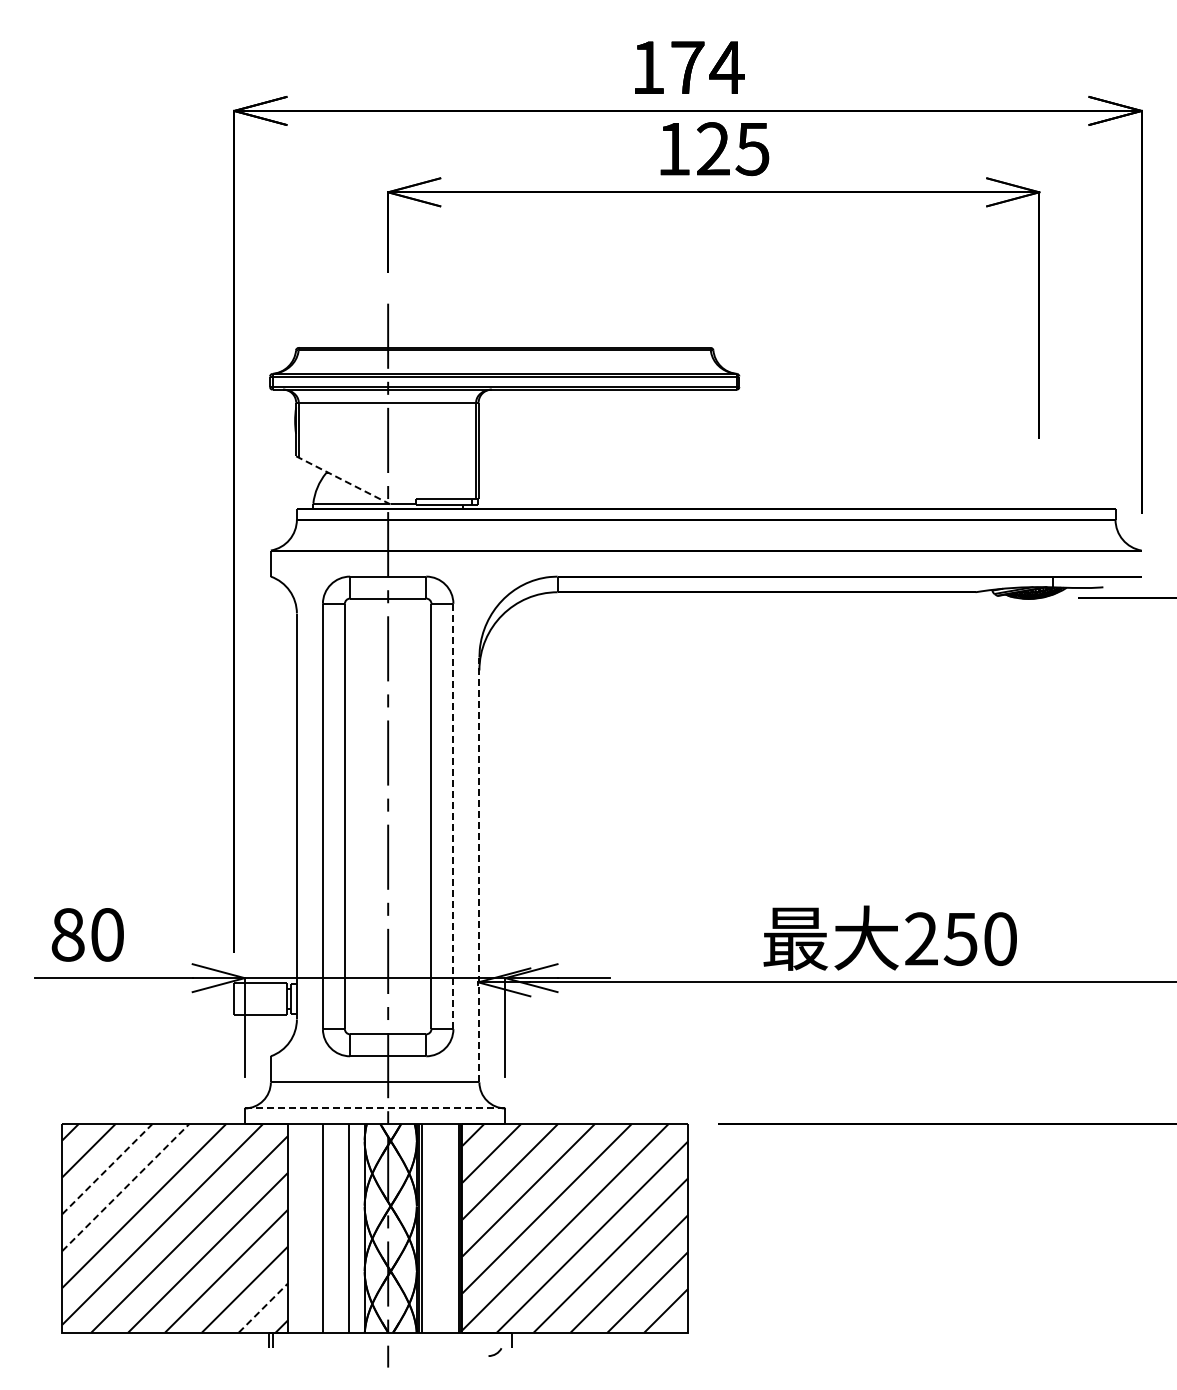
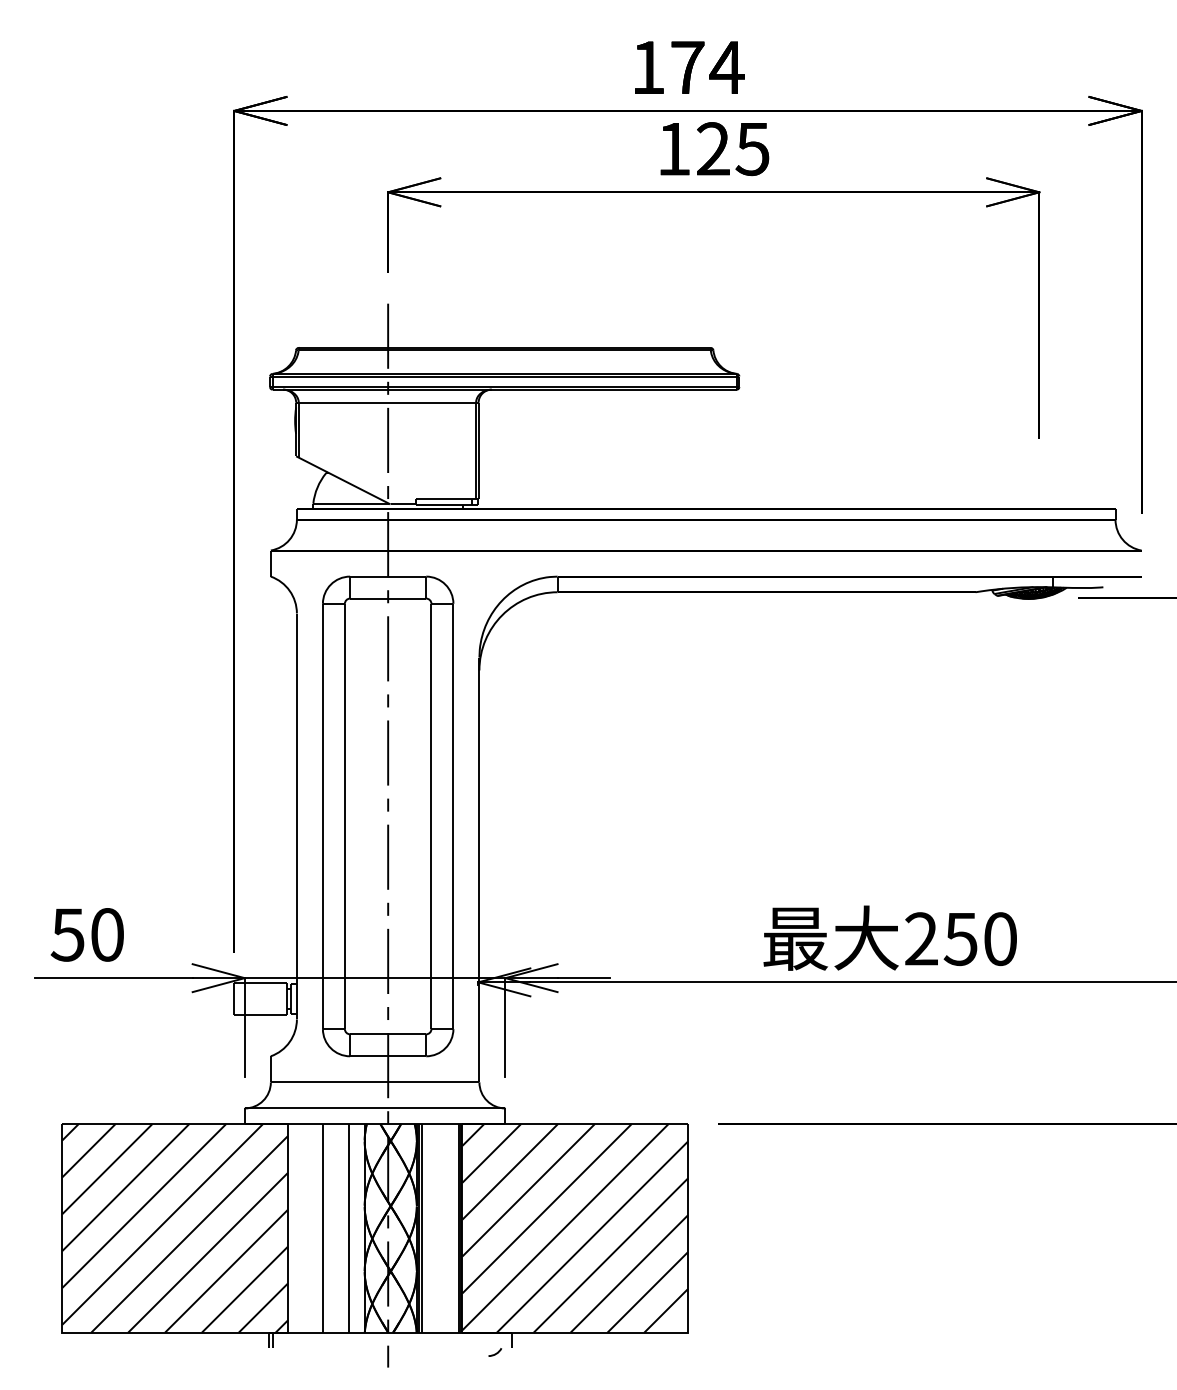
line at (343, 480): dashed -> solid
line at (453, 816): dashed -> solid
line at (479, 869): dashed -> solid
text at (67, 934): 80 -> 50
line at (375, 1108): dashed -> solid
line at (107, 1169): dashed -> solid
line at (125, 1187): dashed -> solid
line at (263, 1308): dashed -> solid
